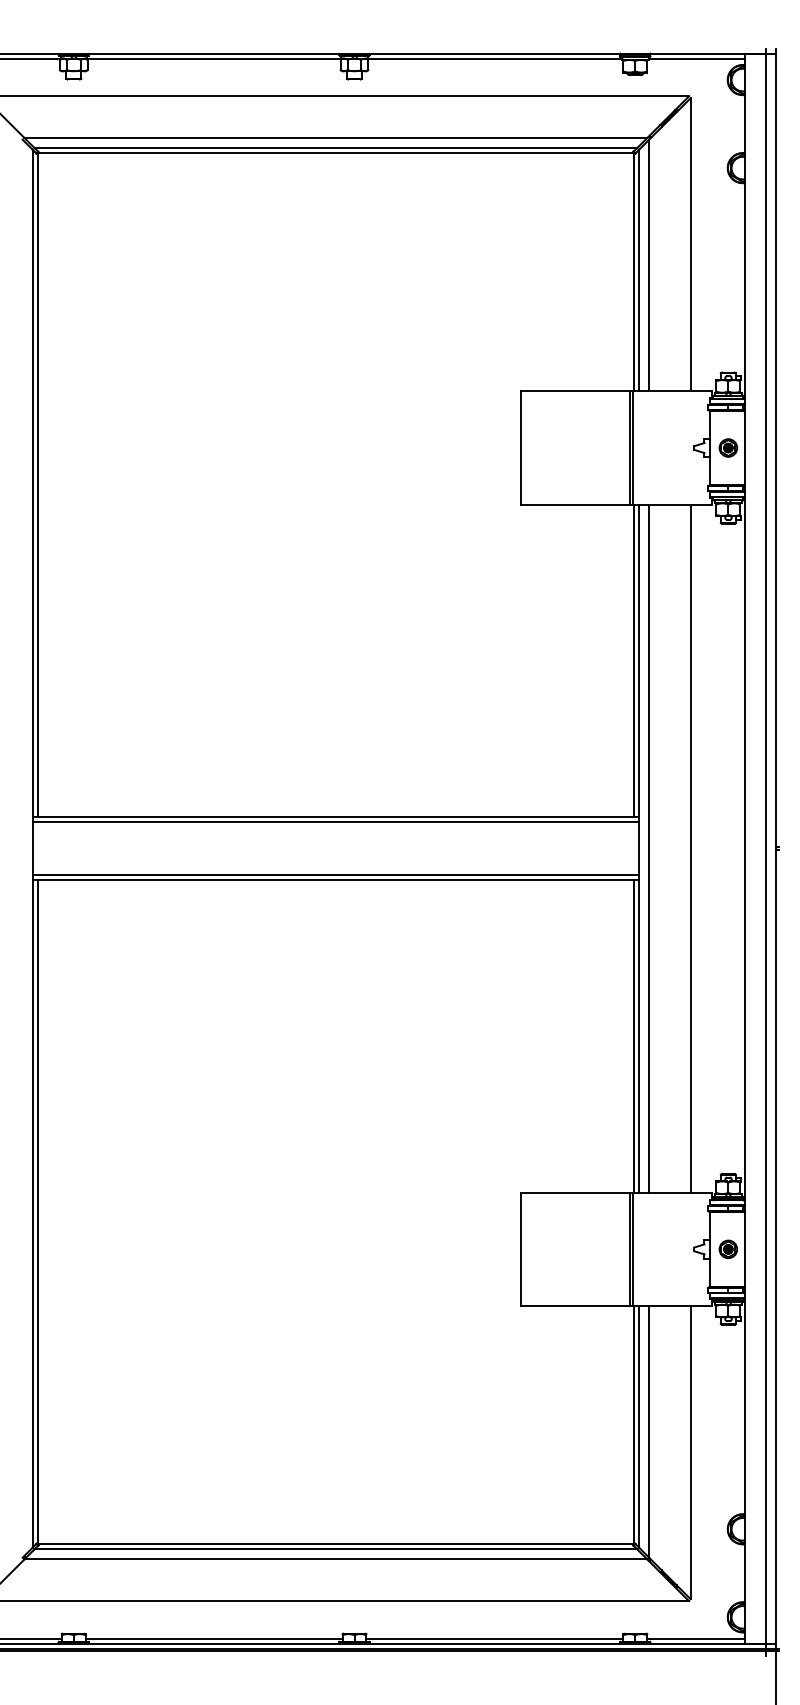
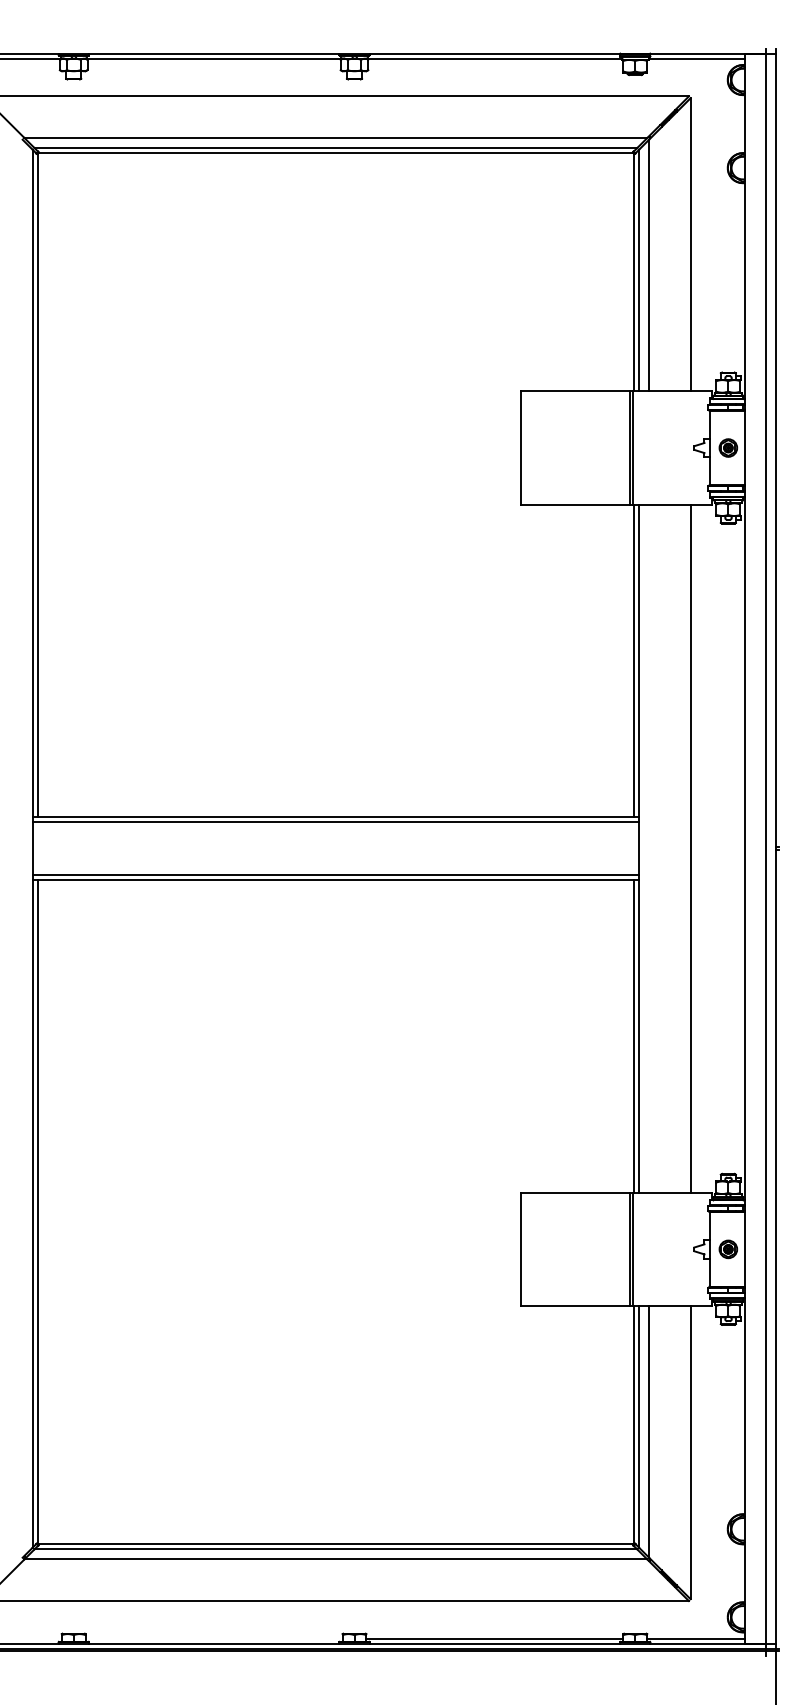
line at (649, 848): present -> none
line at (31, 1638): present -> none
line at (213, 1638): present -> none
